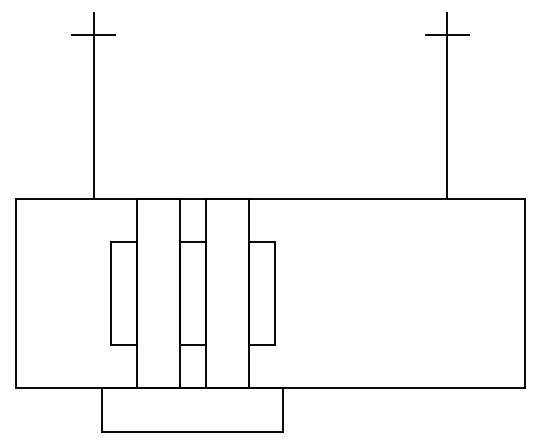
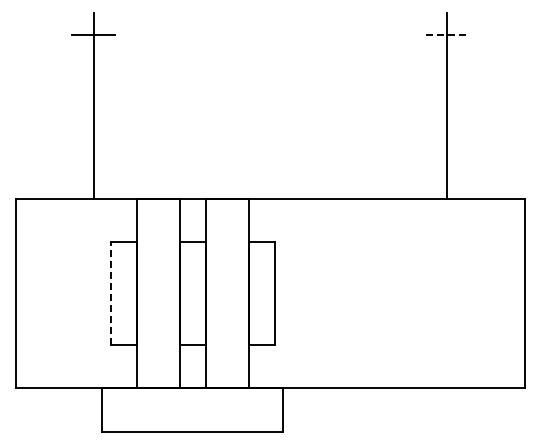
line at (447, 35): solid -> dashed
line at (111, 293): solid -> dashed
